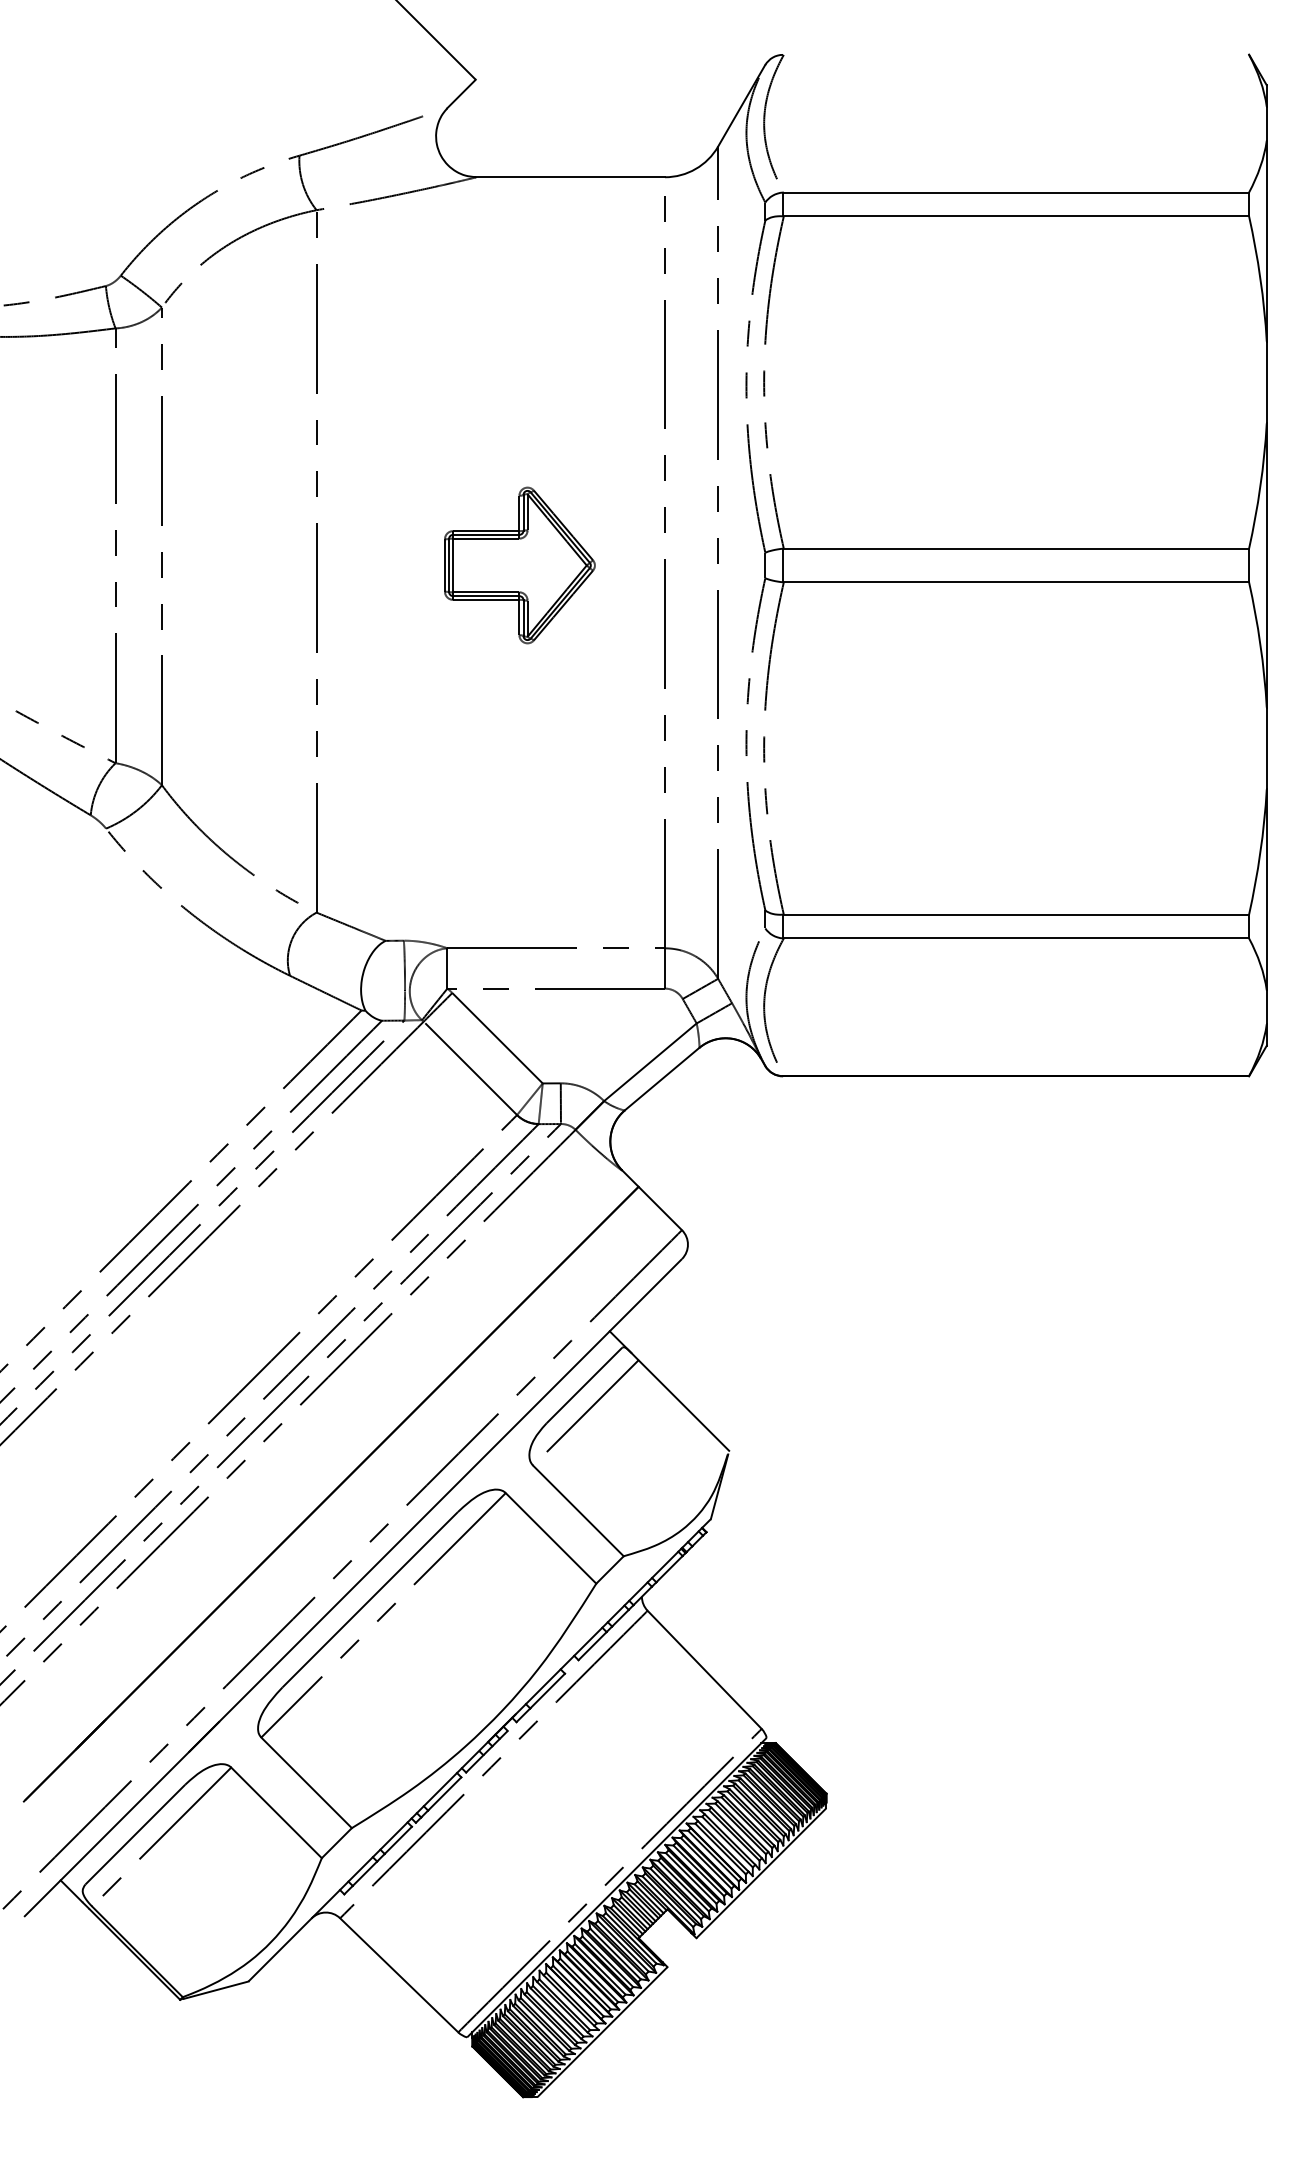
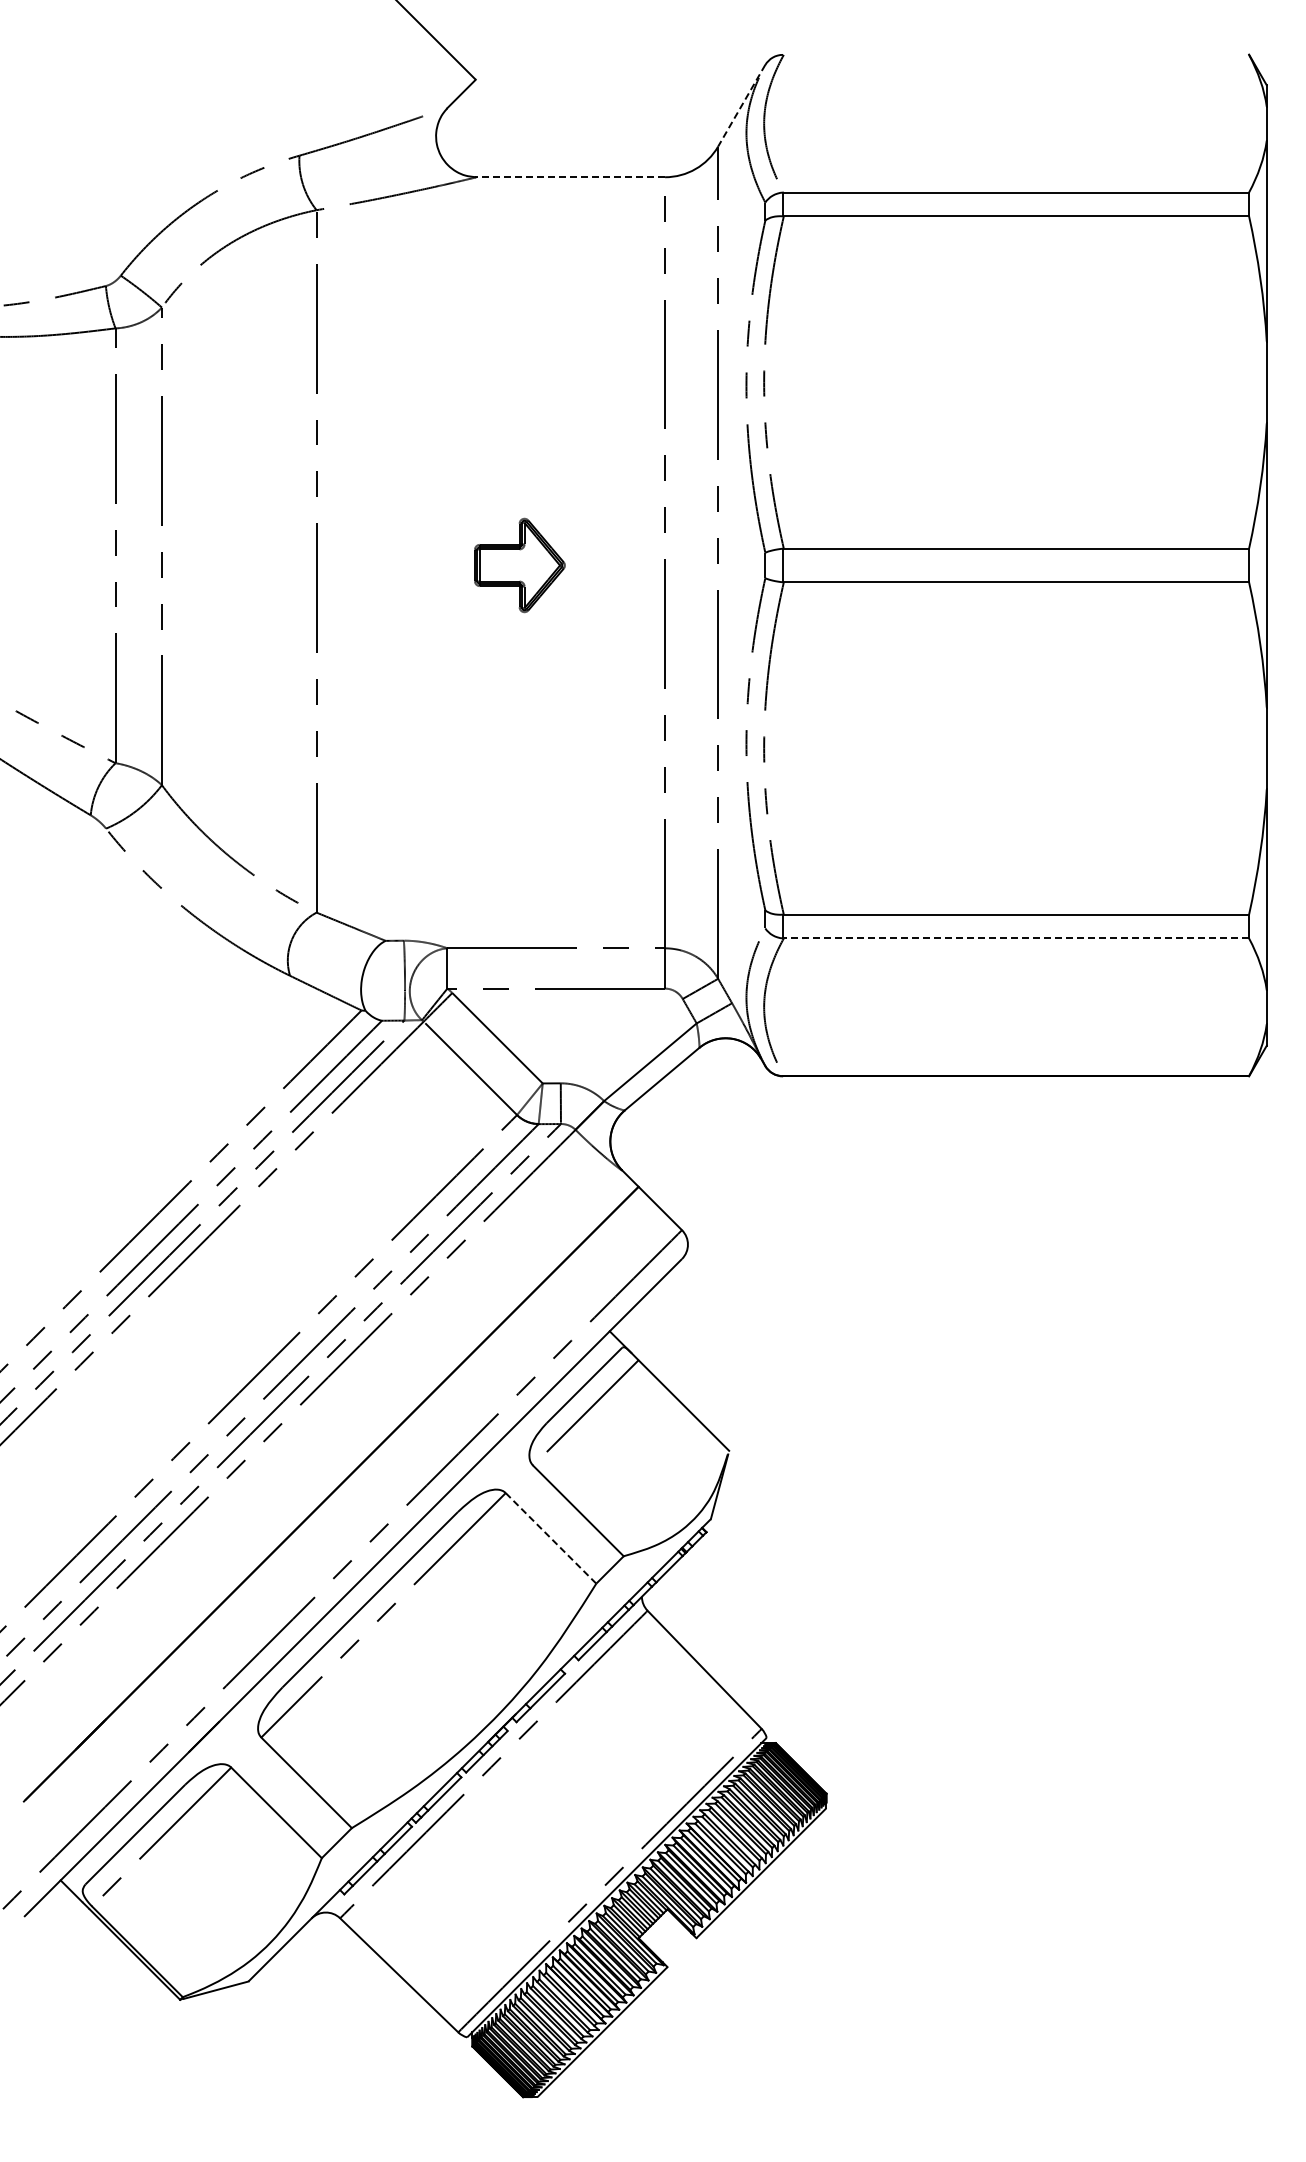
line at (741, 106): solid -> dashed
line at (570, 177): solid -> dashed
part at (519, 565) size: 152x159 px -> 92x97 px
line at (1016, 938): solid -> dashed
line at (551, 1538): solid -> dashed
